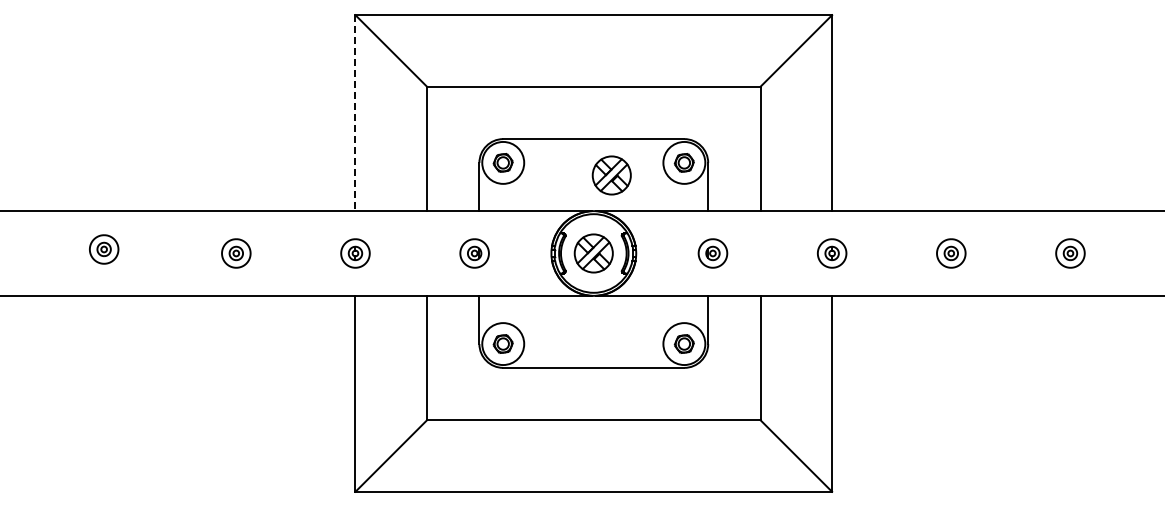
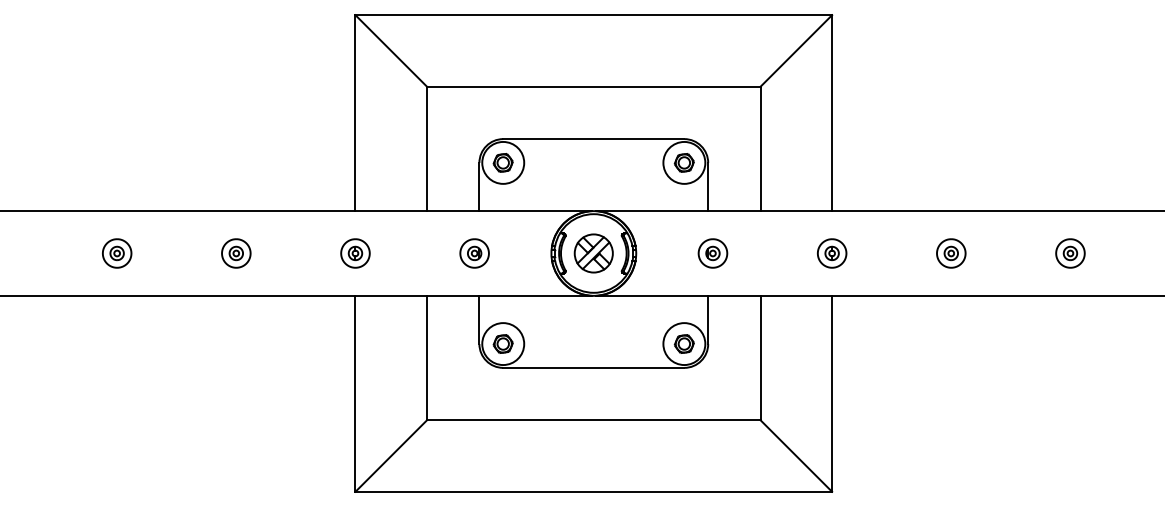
line at (355, 113): dashed -> solid
part at (611, 175): present -> none
part at (104, 249) position: (104, 249) -> (117, 253)
